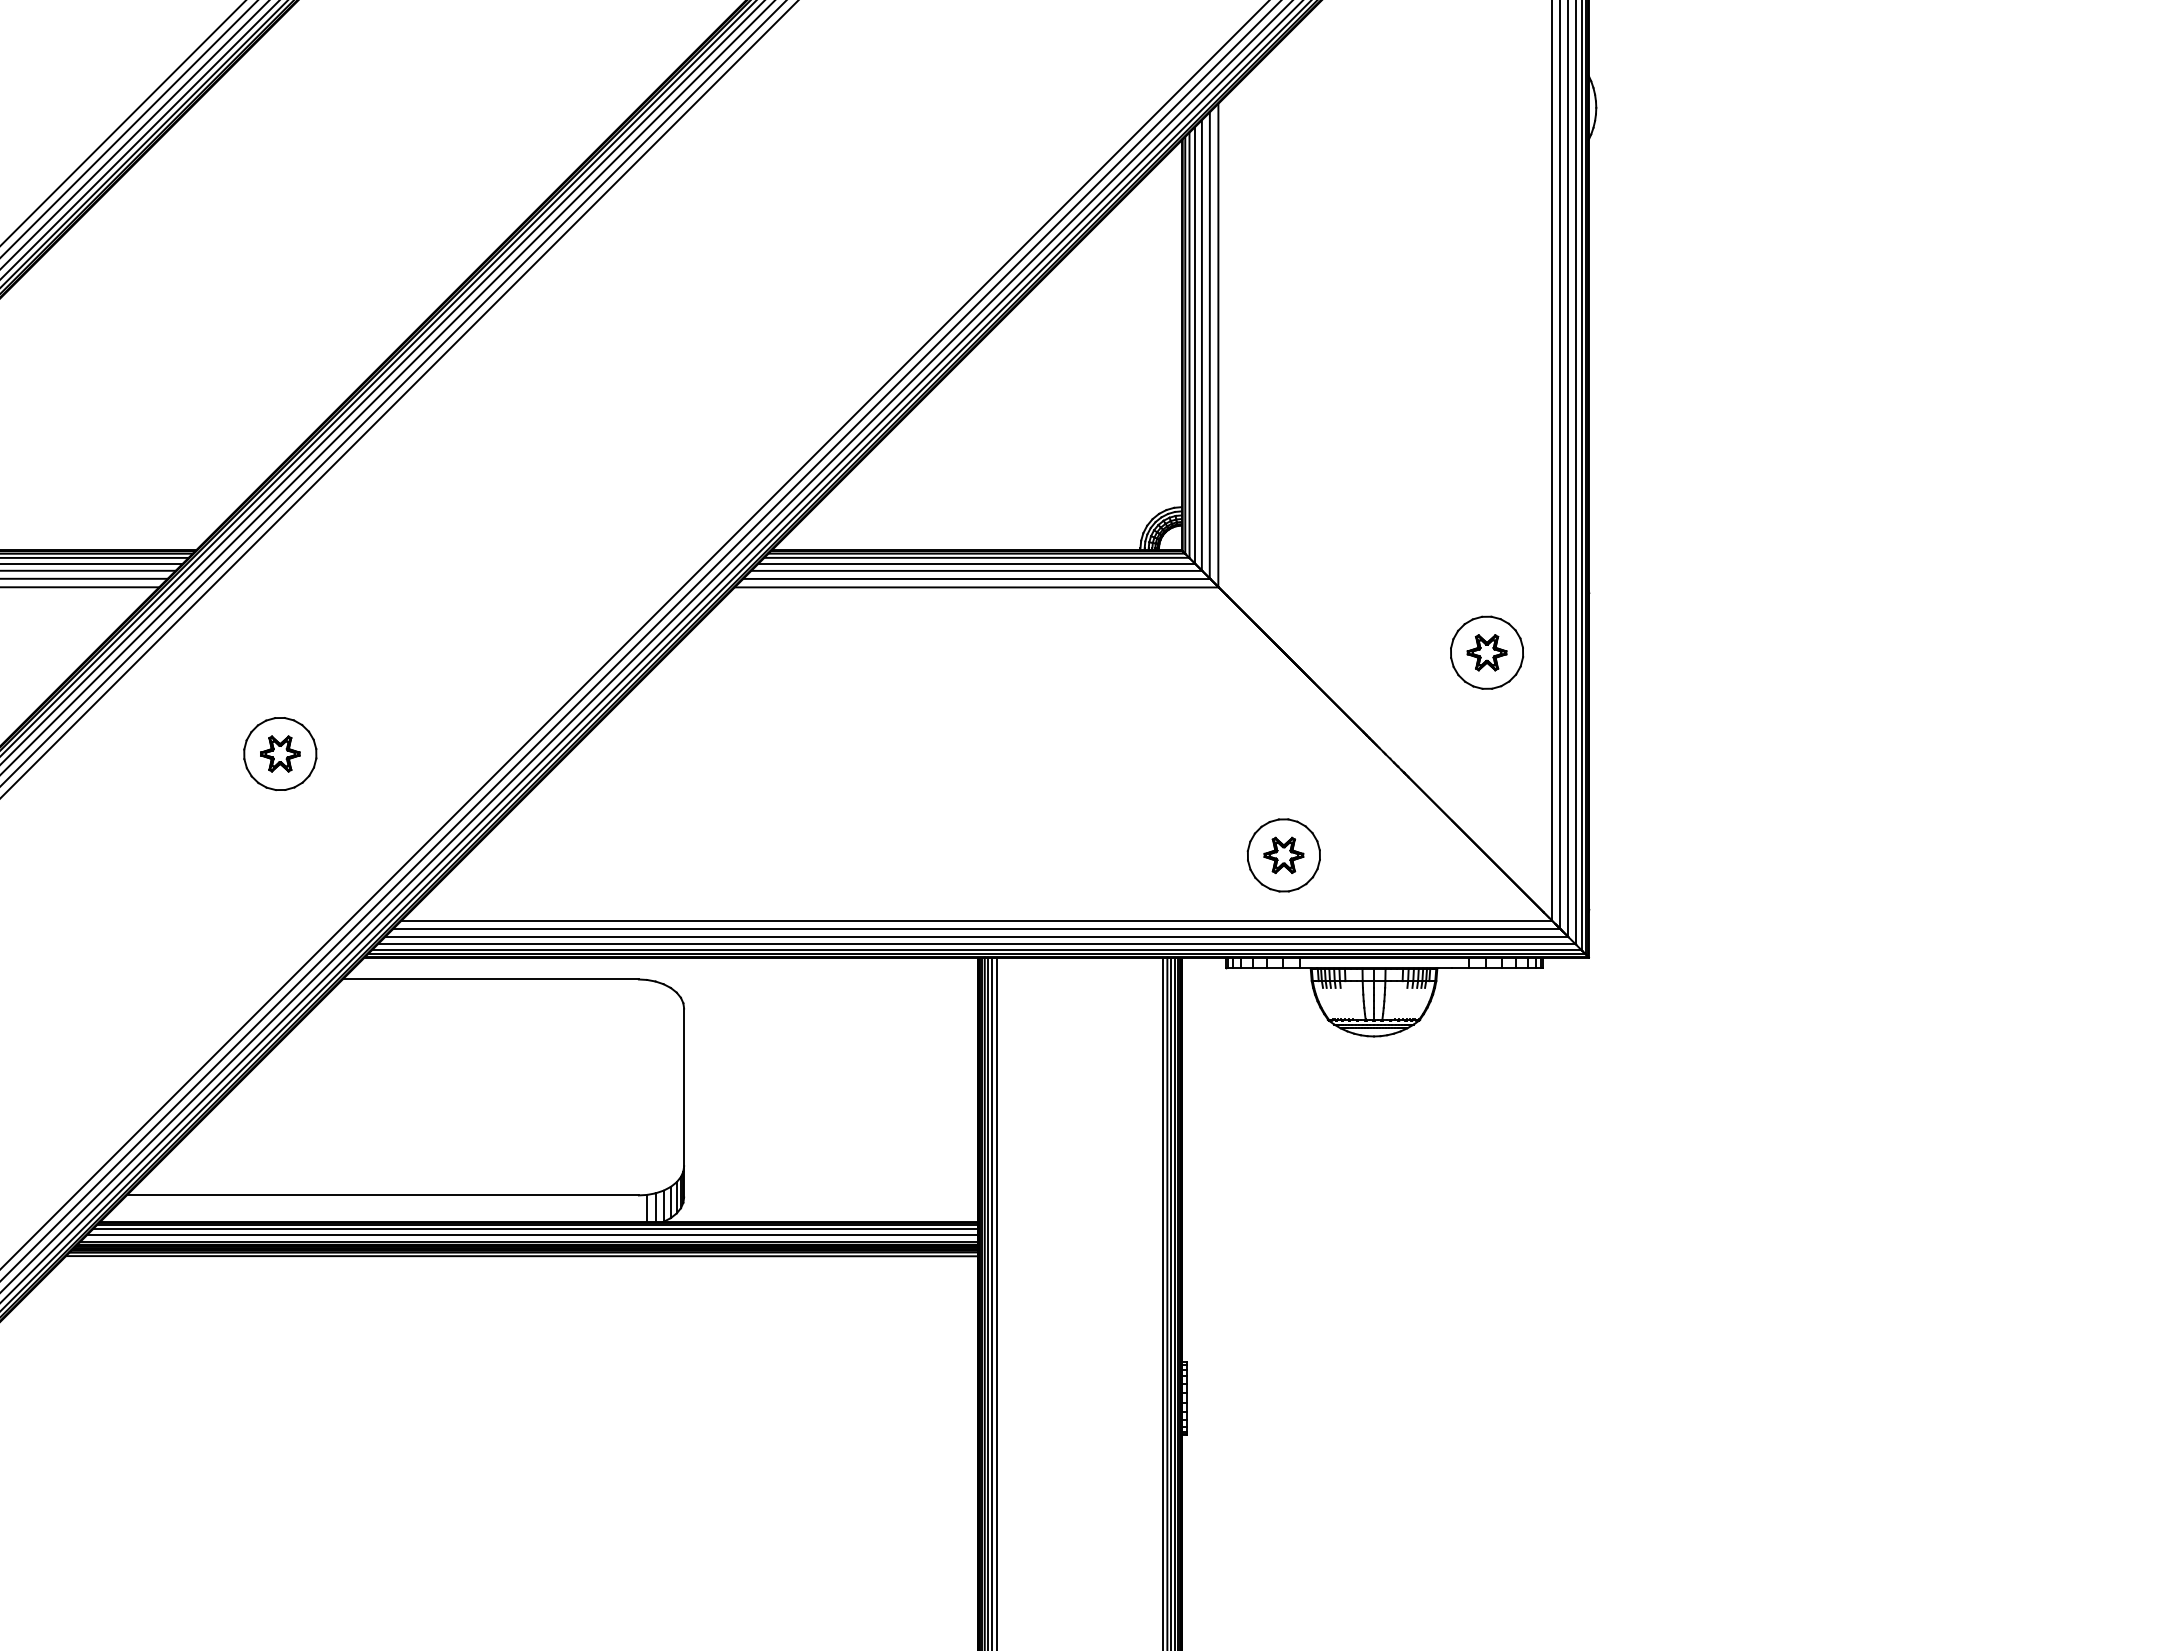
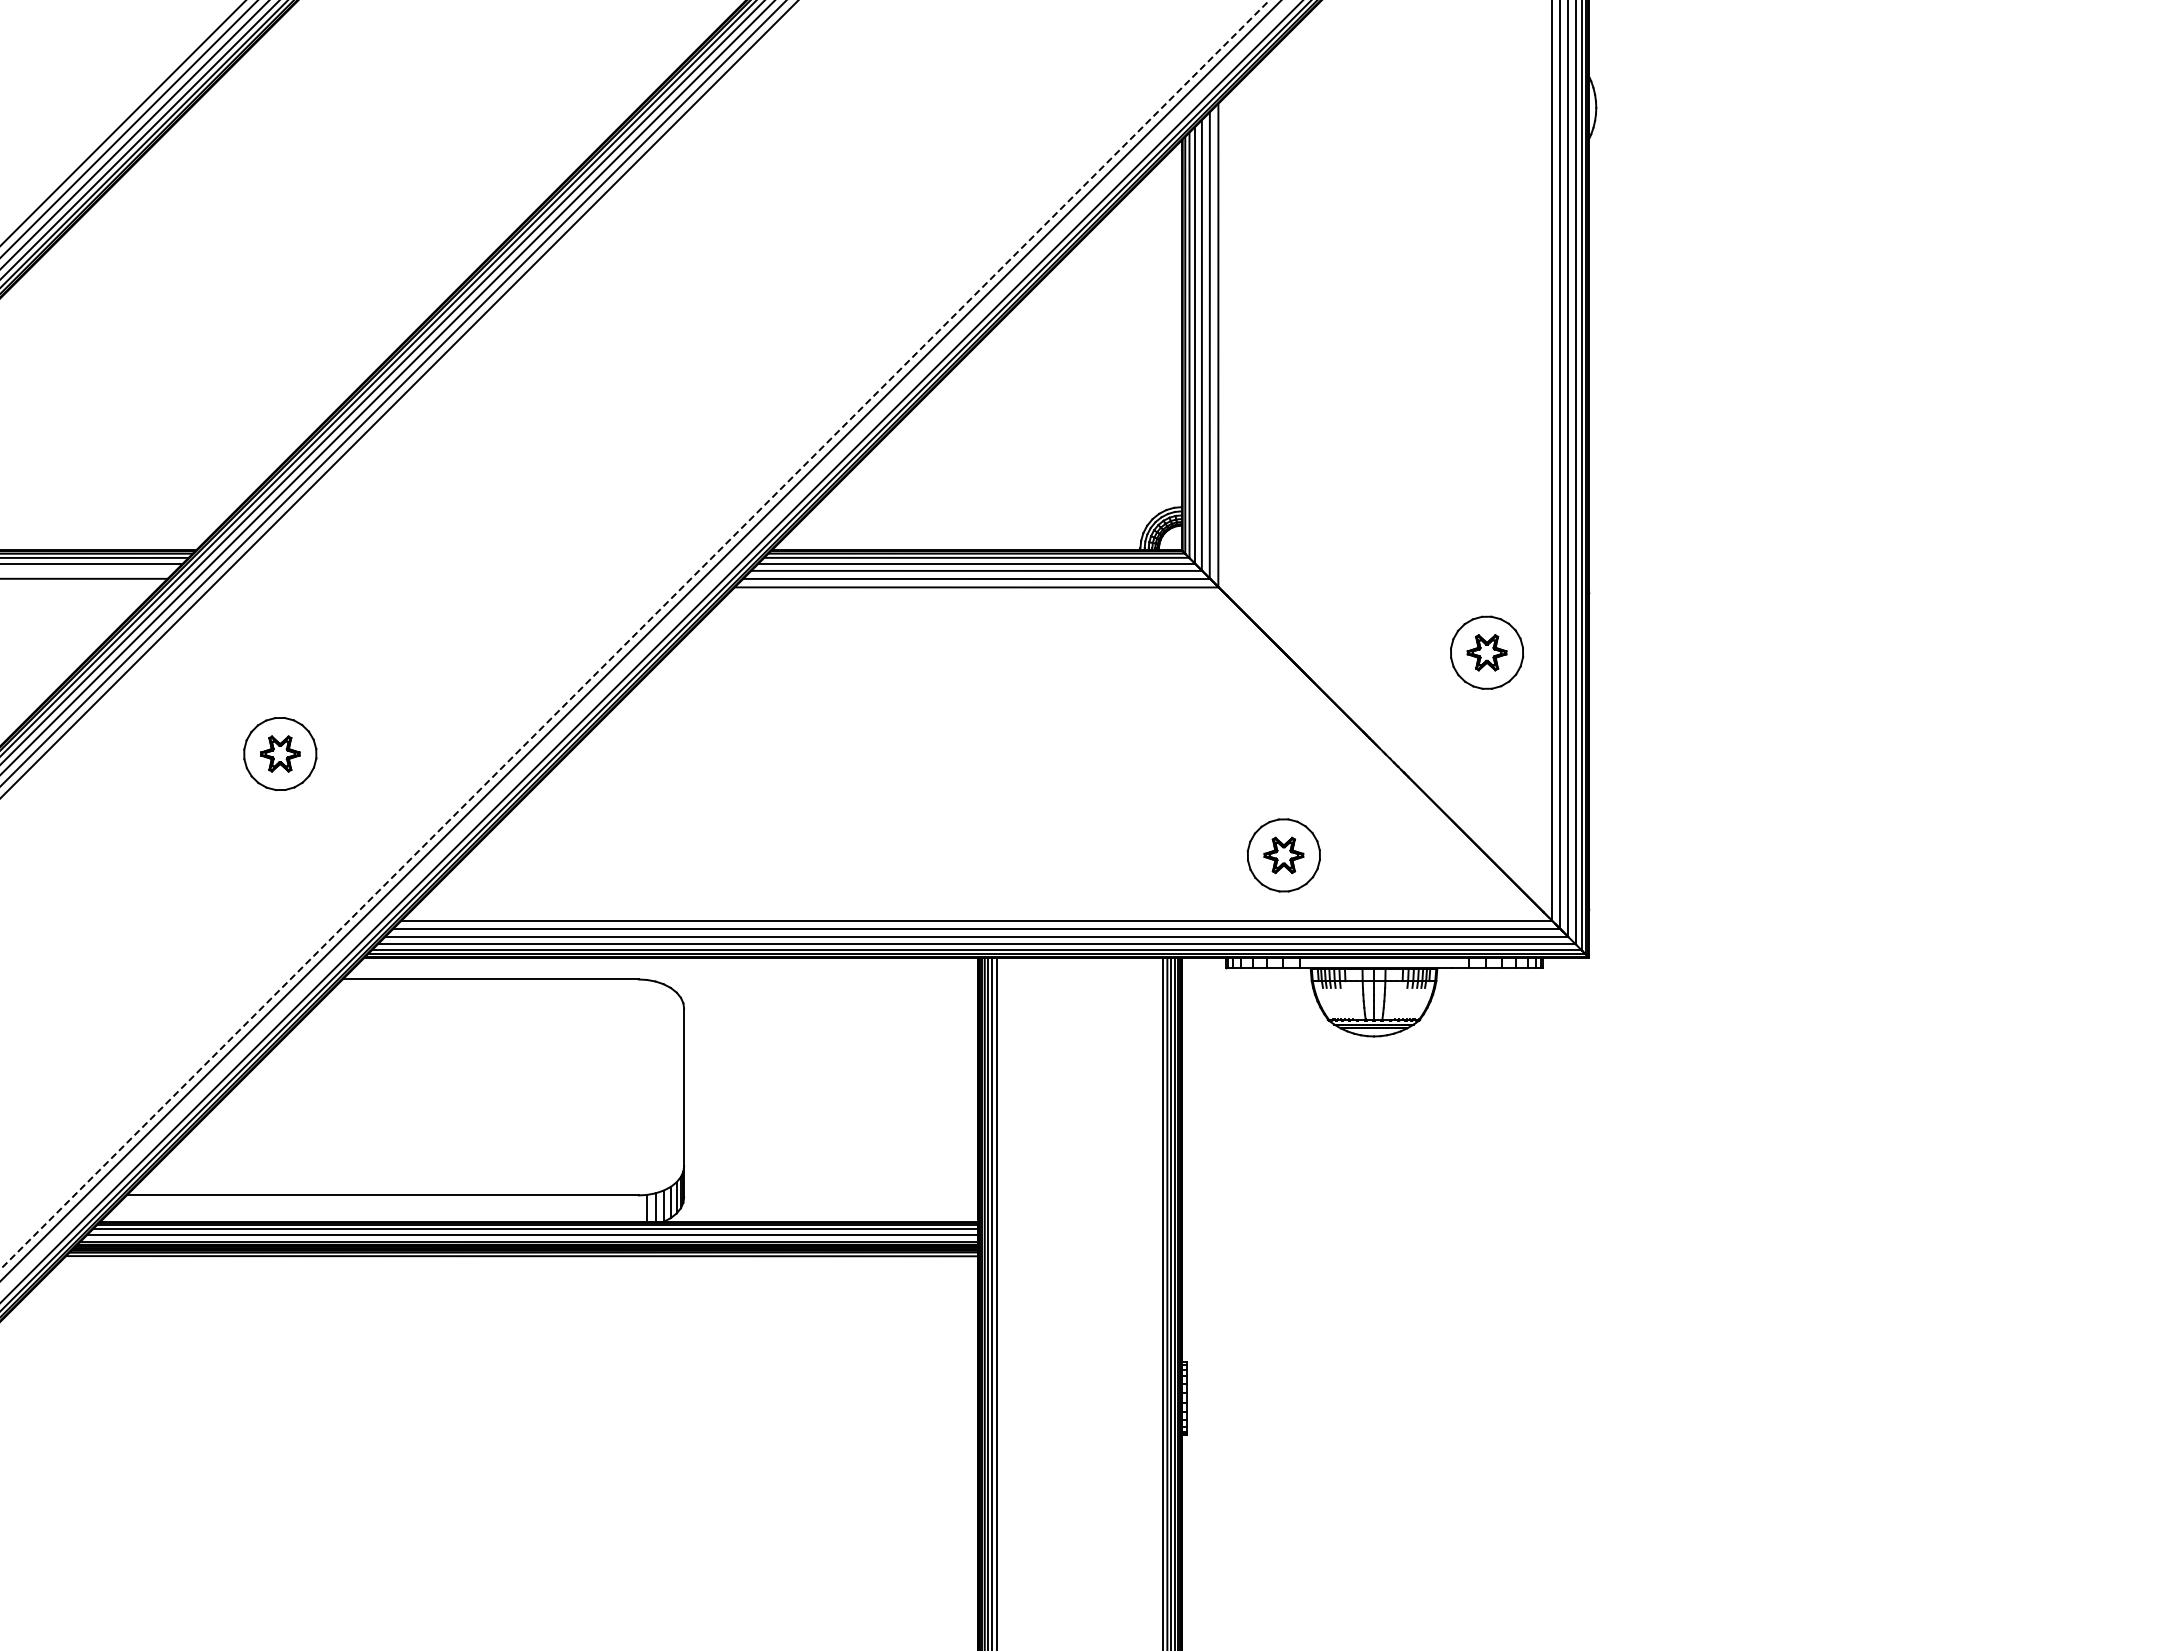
line at (88, 570): present -> none
line at (80, 587): present -> none
line at (635, 634): solid -> dashed
line at (646, 646): present -> none
